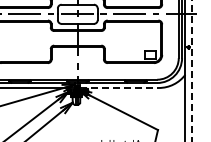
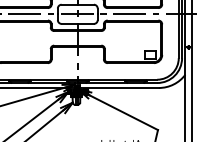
line at (192, 70): dashed -> solid
line at (120, 87): dashed -> solid
